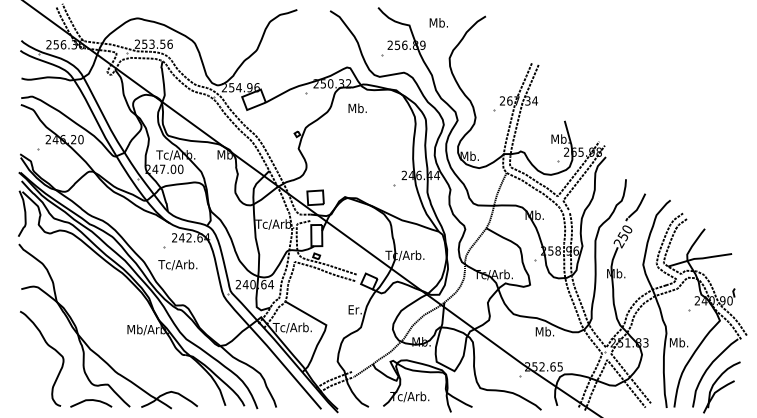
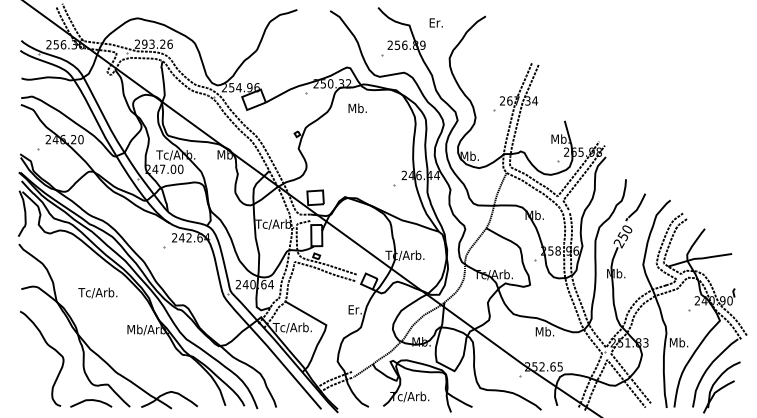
text at (438, 22): Mb. -> Er.
text at (153, 43): 253.56 -> 293.26
text at (177, 264) position: (177, 264) -> (97, 292)
